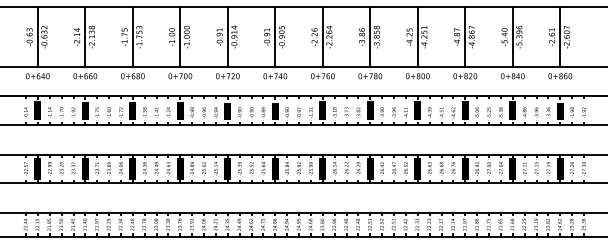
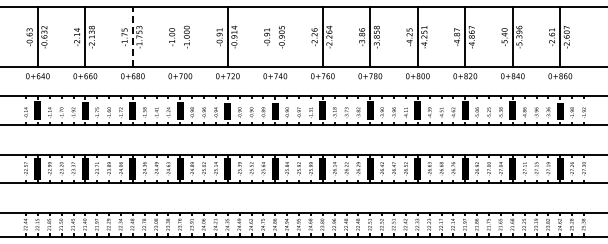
line at (180, 36): present -> none
line at (275, 36): present -> none
line at (132, 37): solid -> dashed
